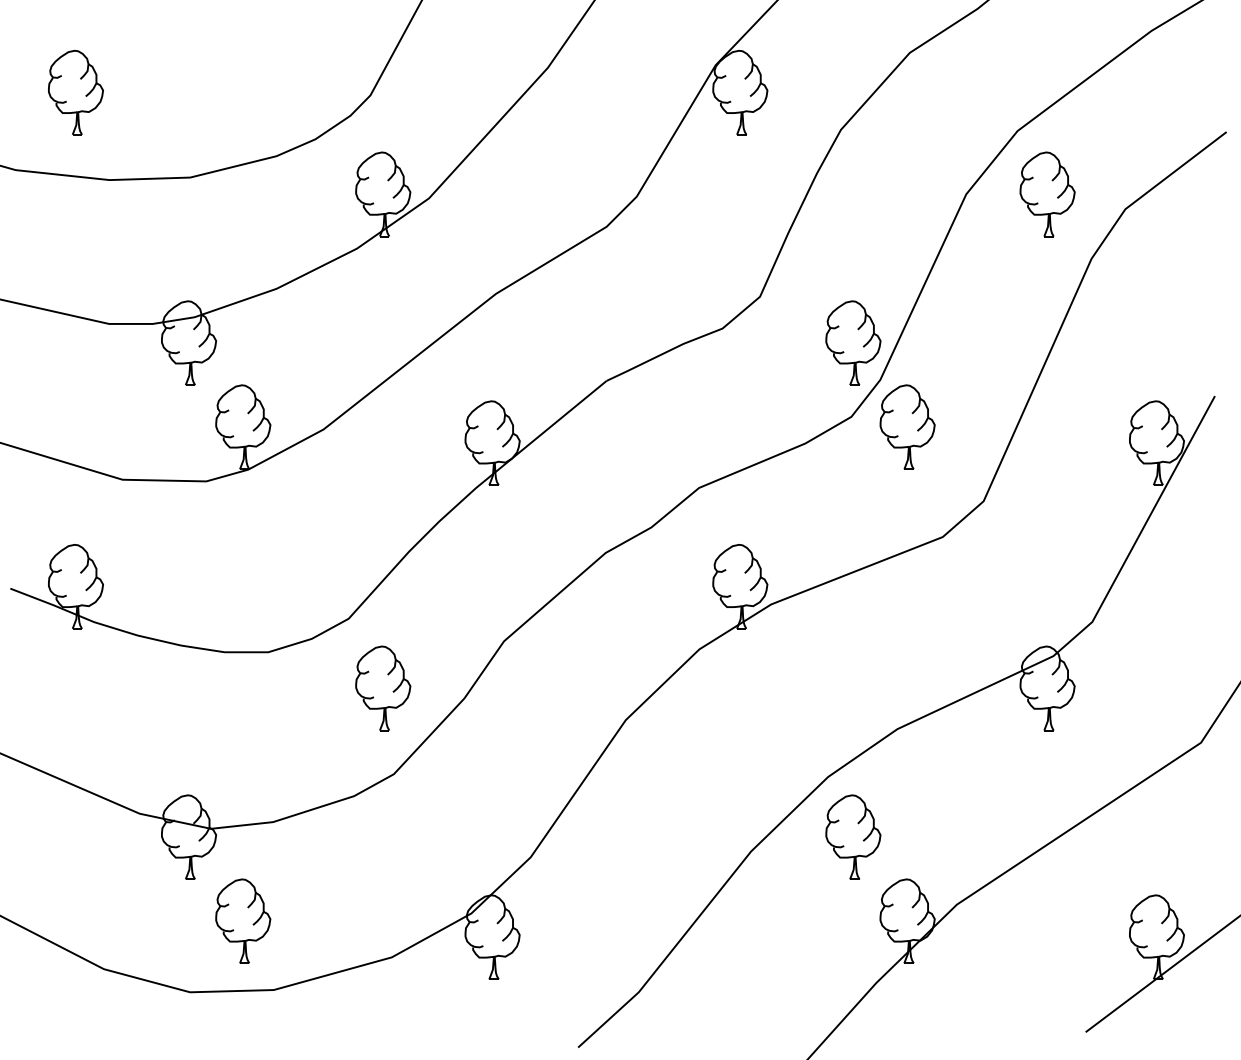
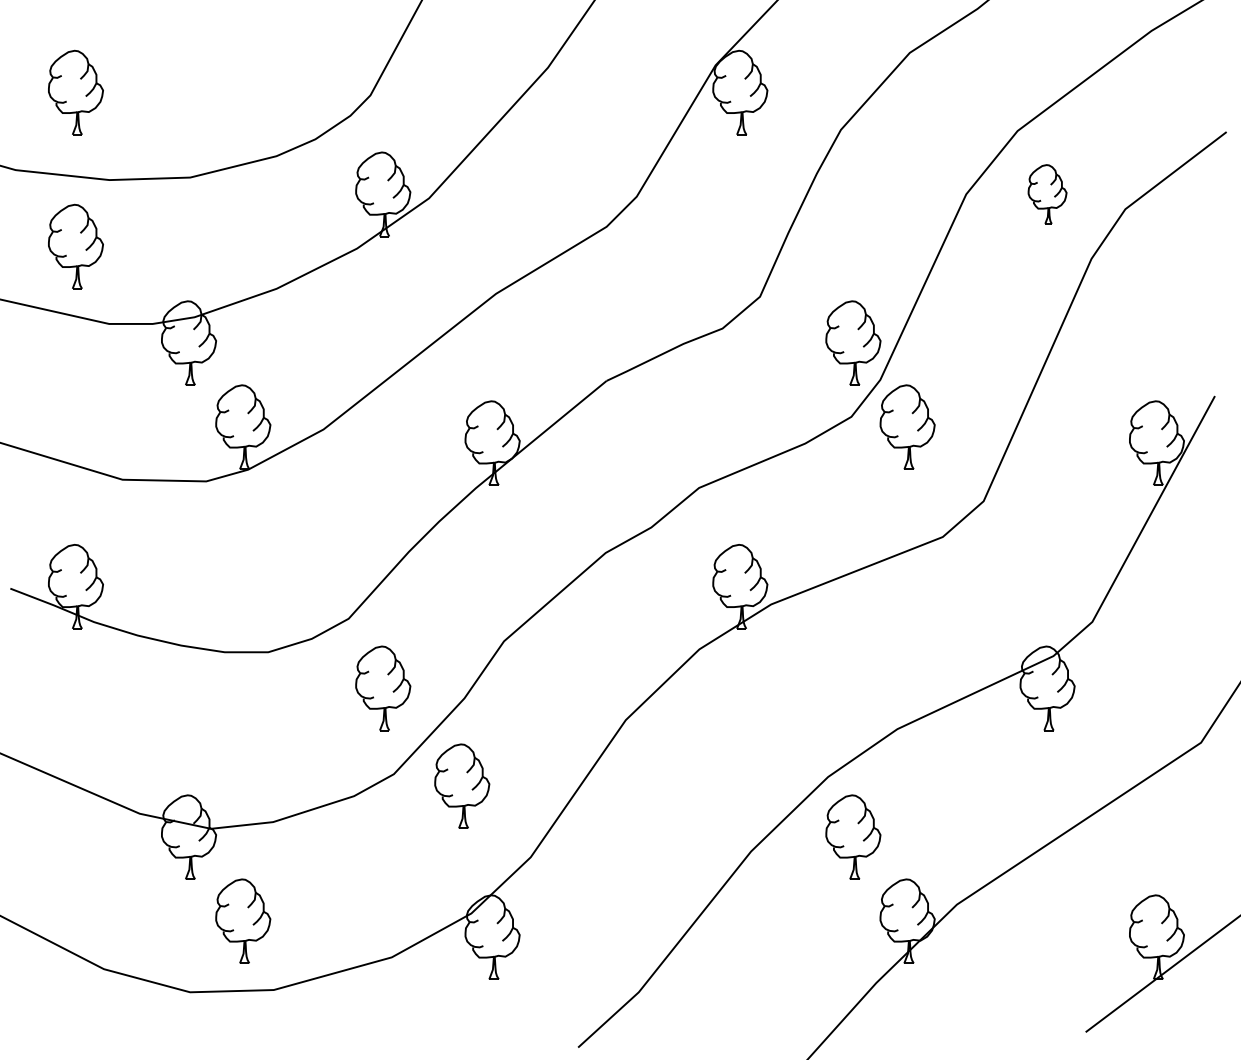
part at (1047, 194) size: 57x87 px -> 41x61 px
part at (75, 246): none -> present
part at (462, 785): none -> present
